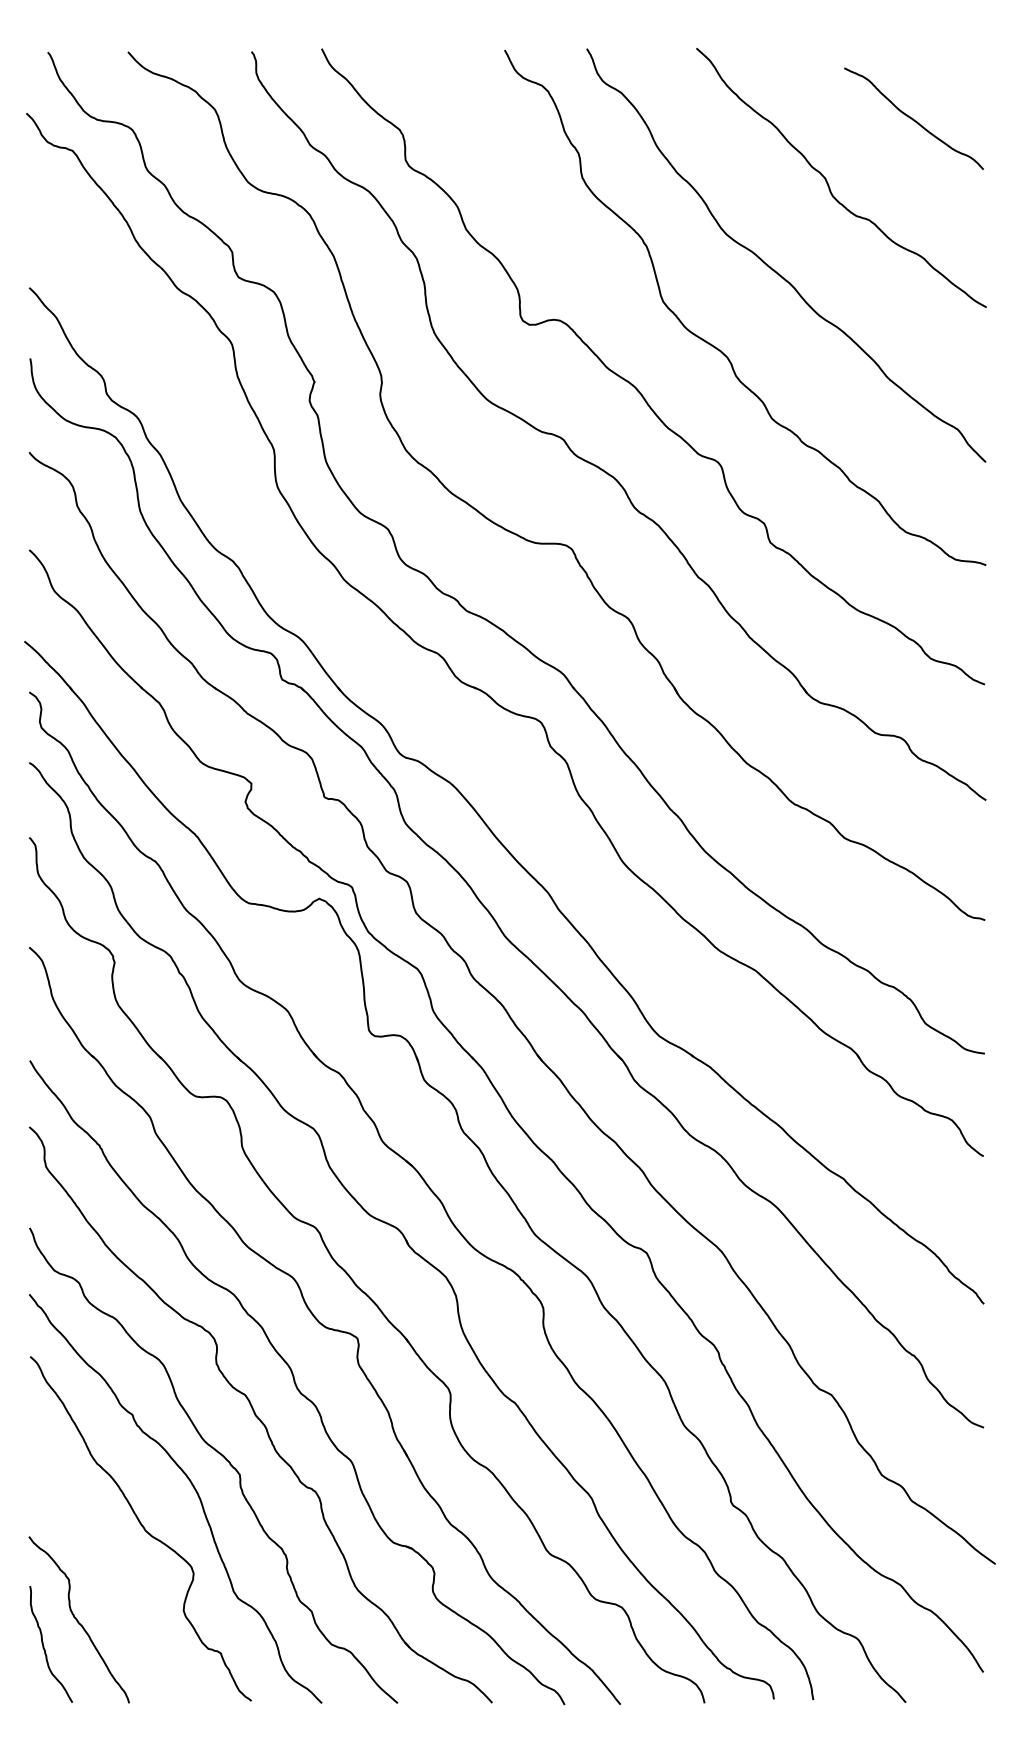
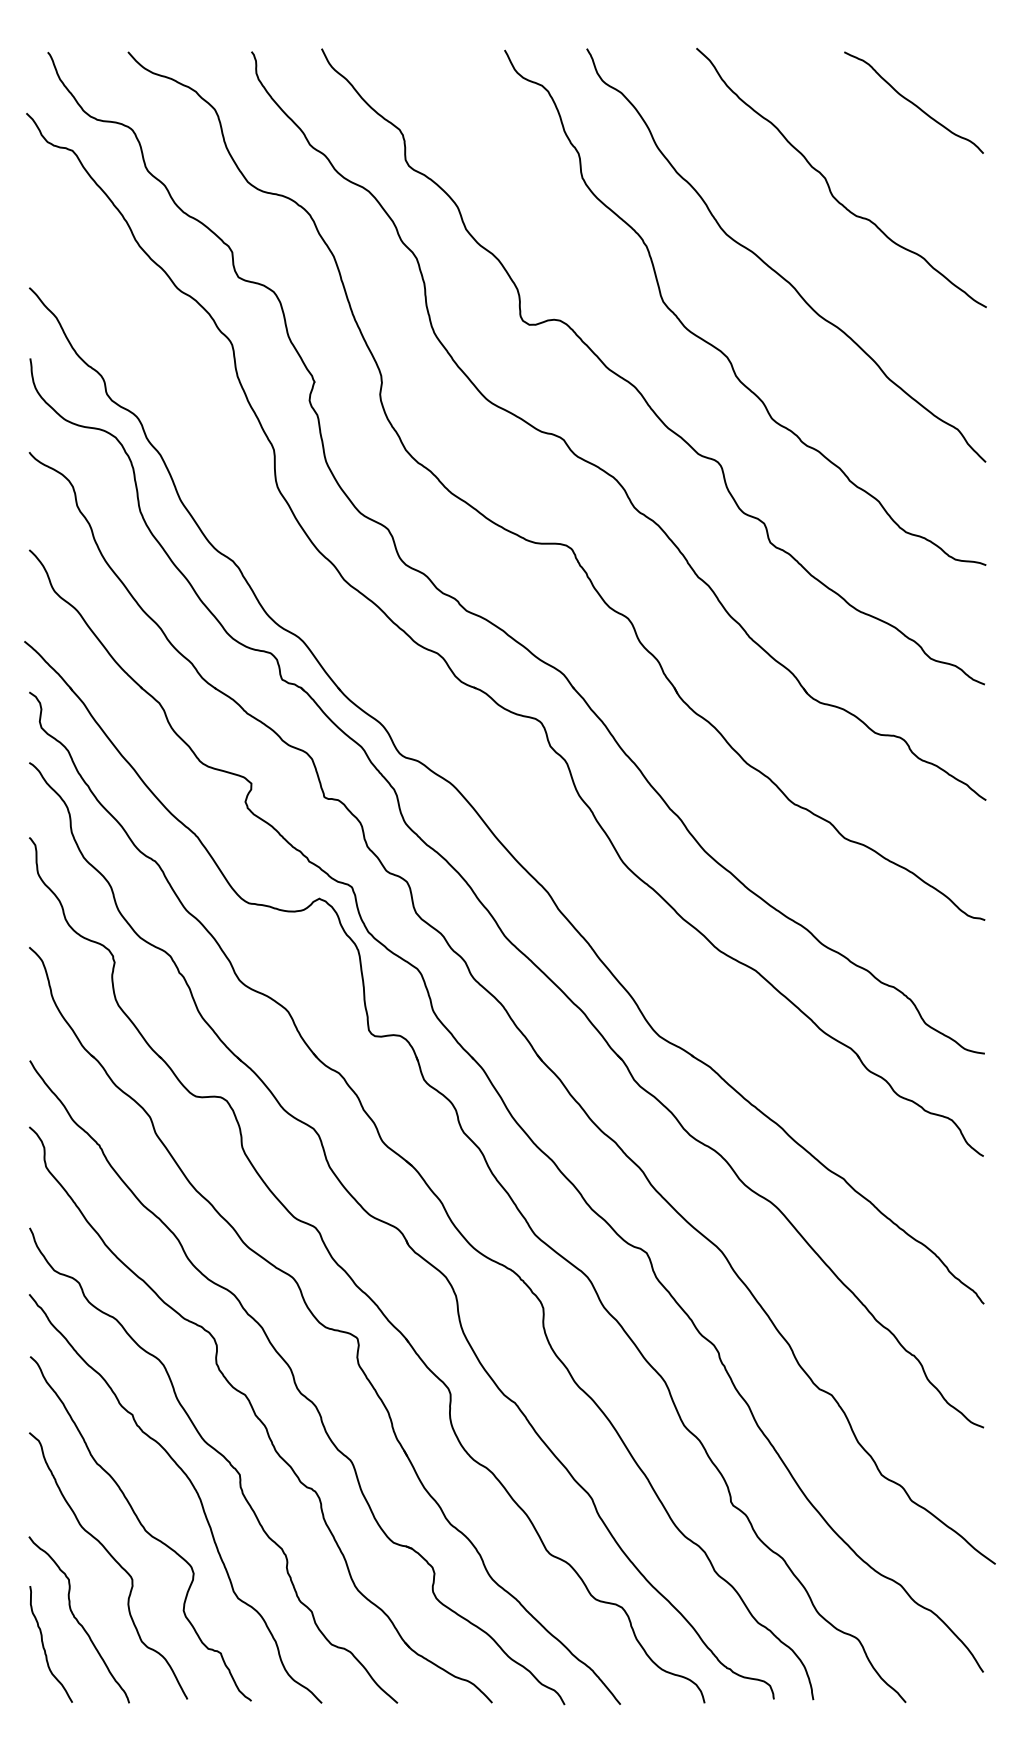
curve at (913, 118) position: (913, 118) -> (913, 102)
curve at (113, 1559): none -> present
